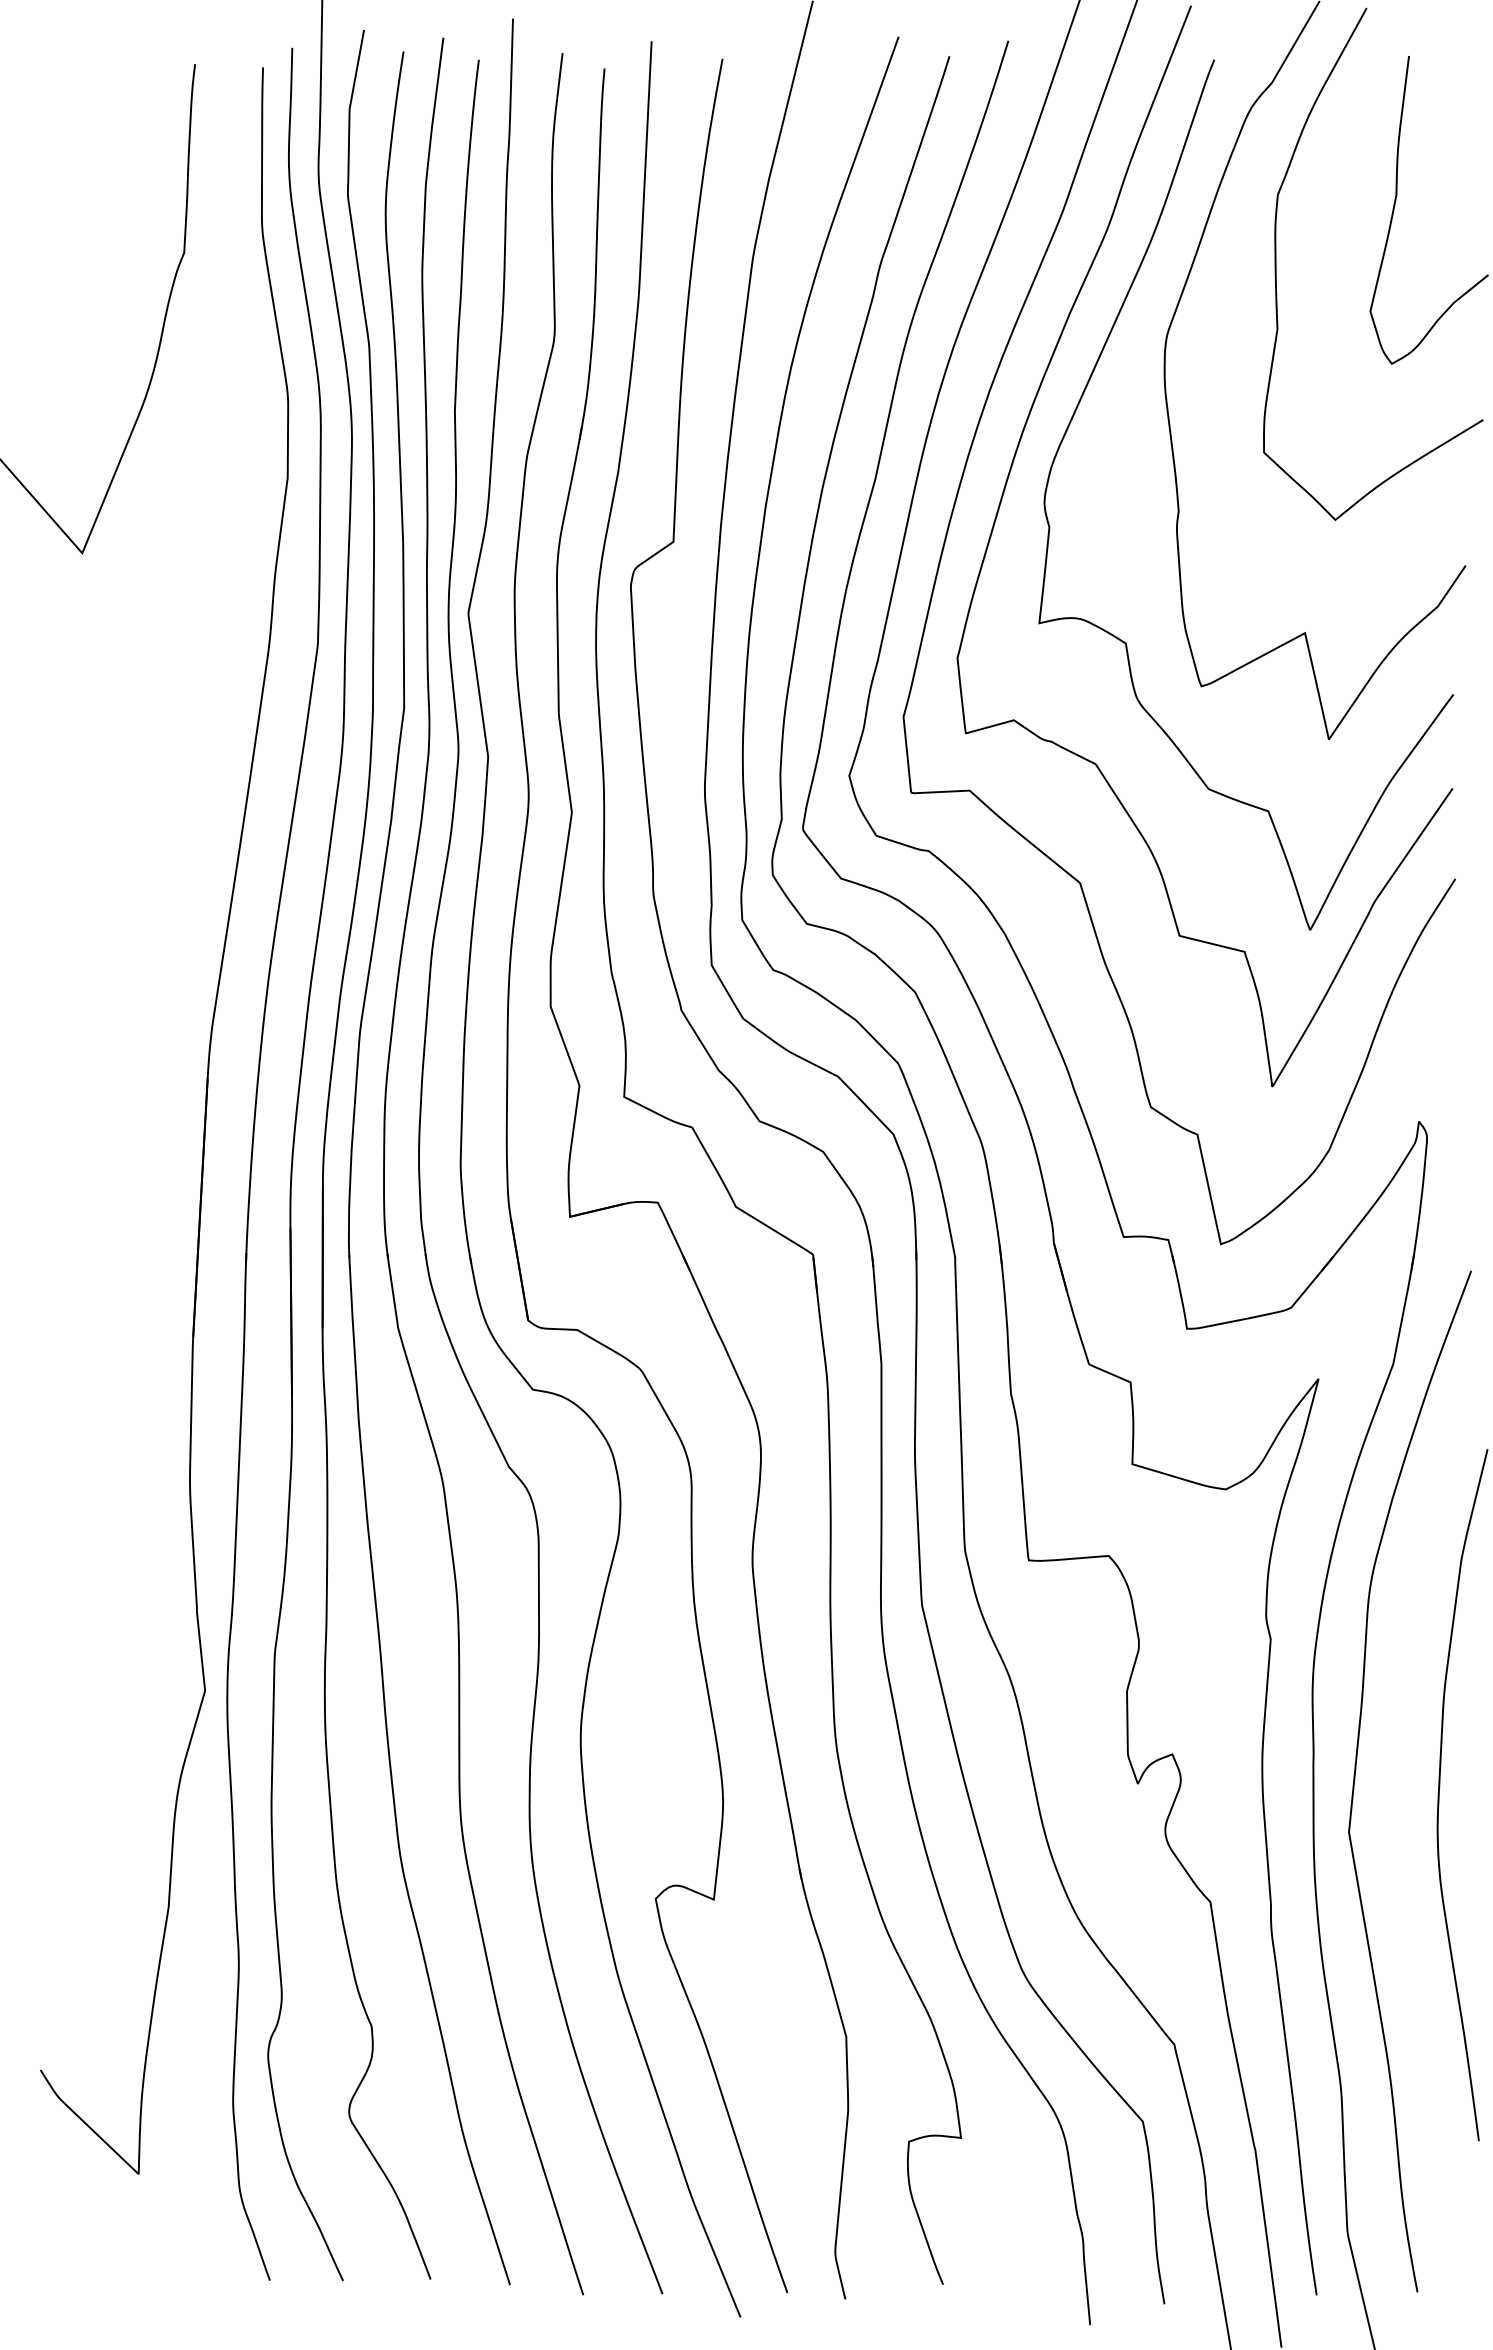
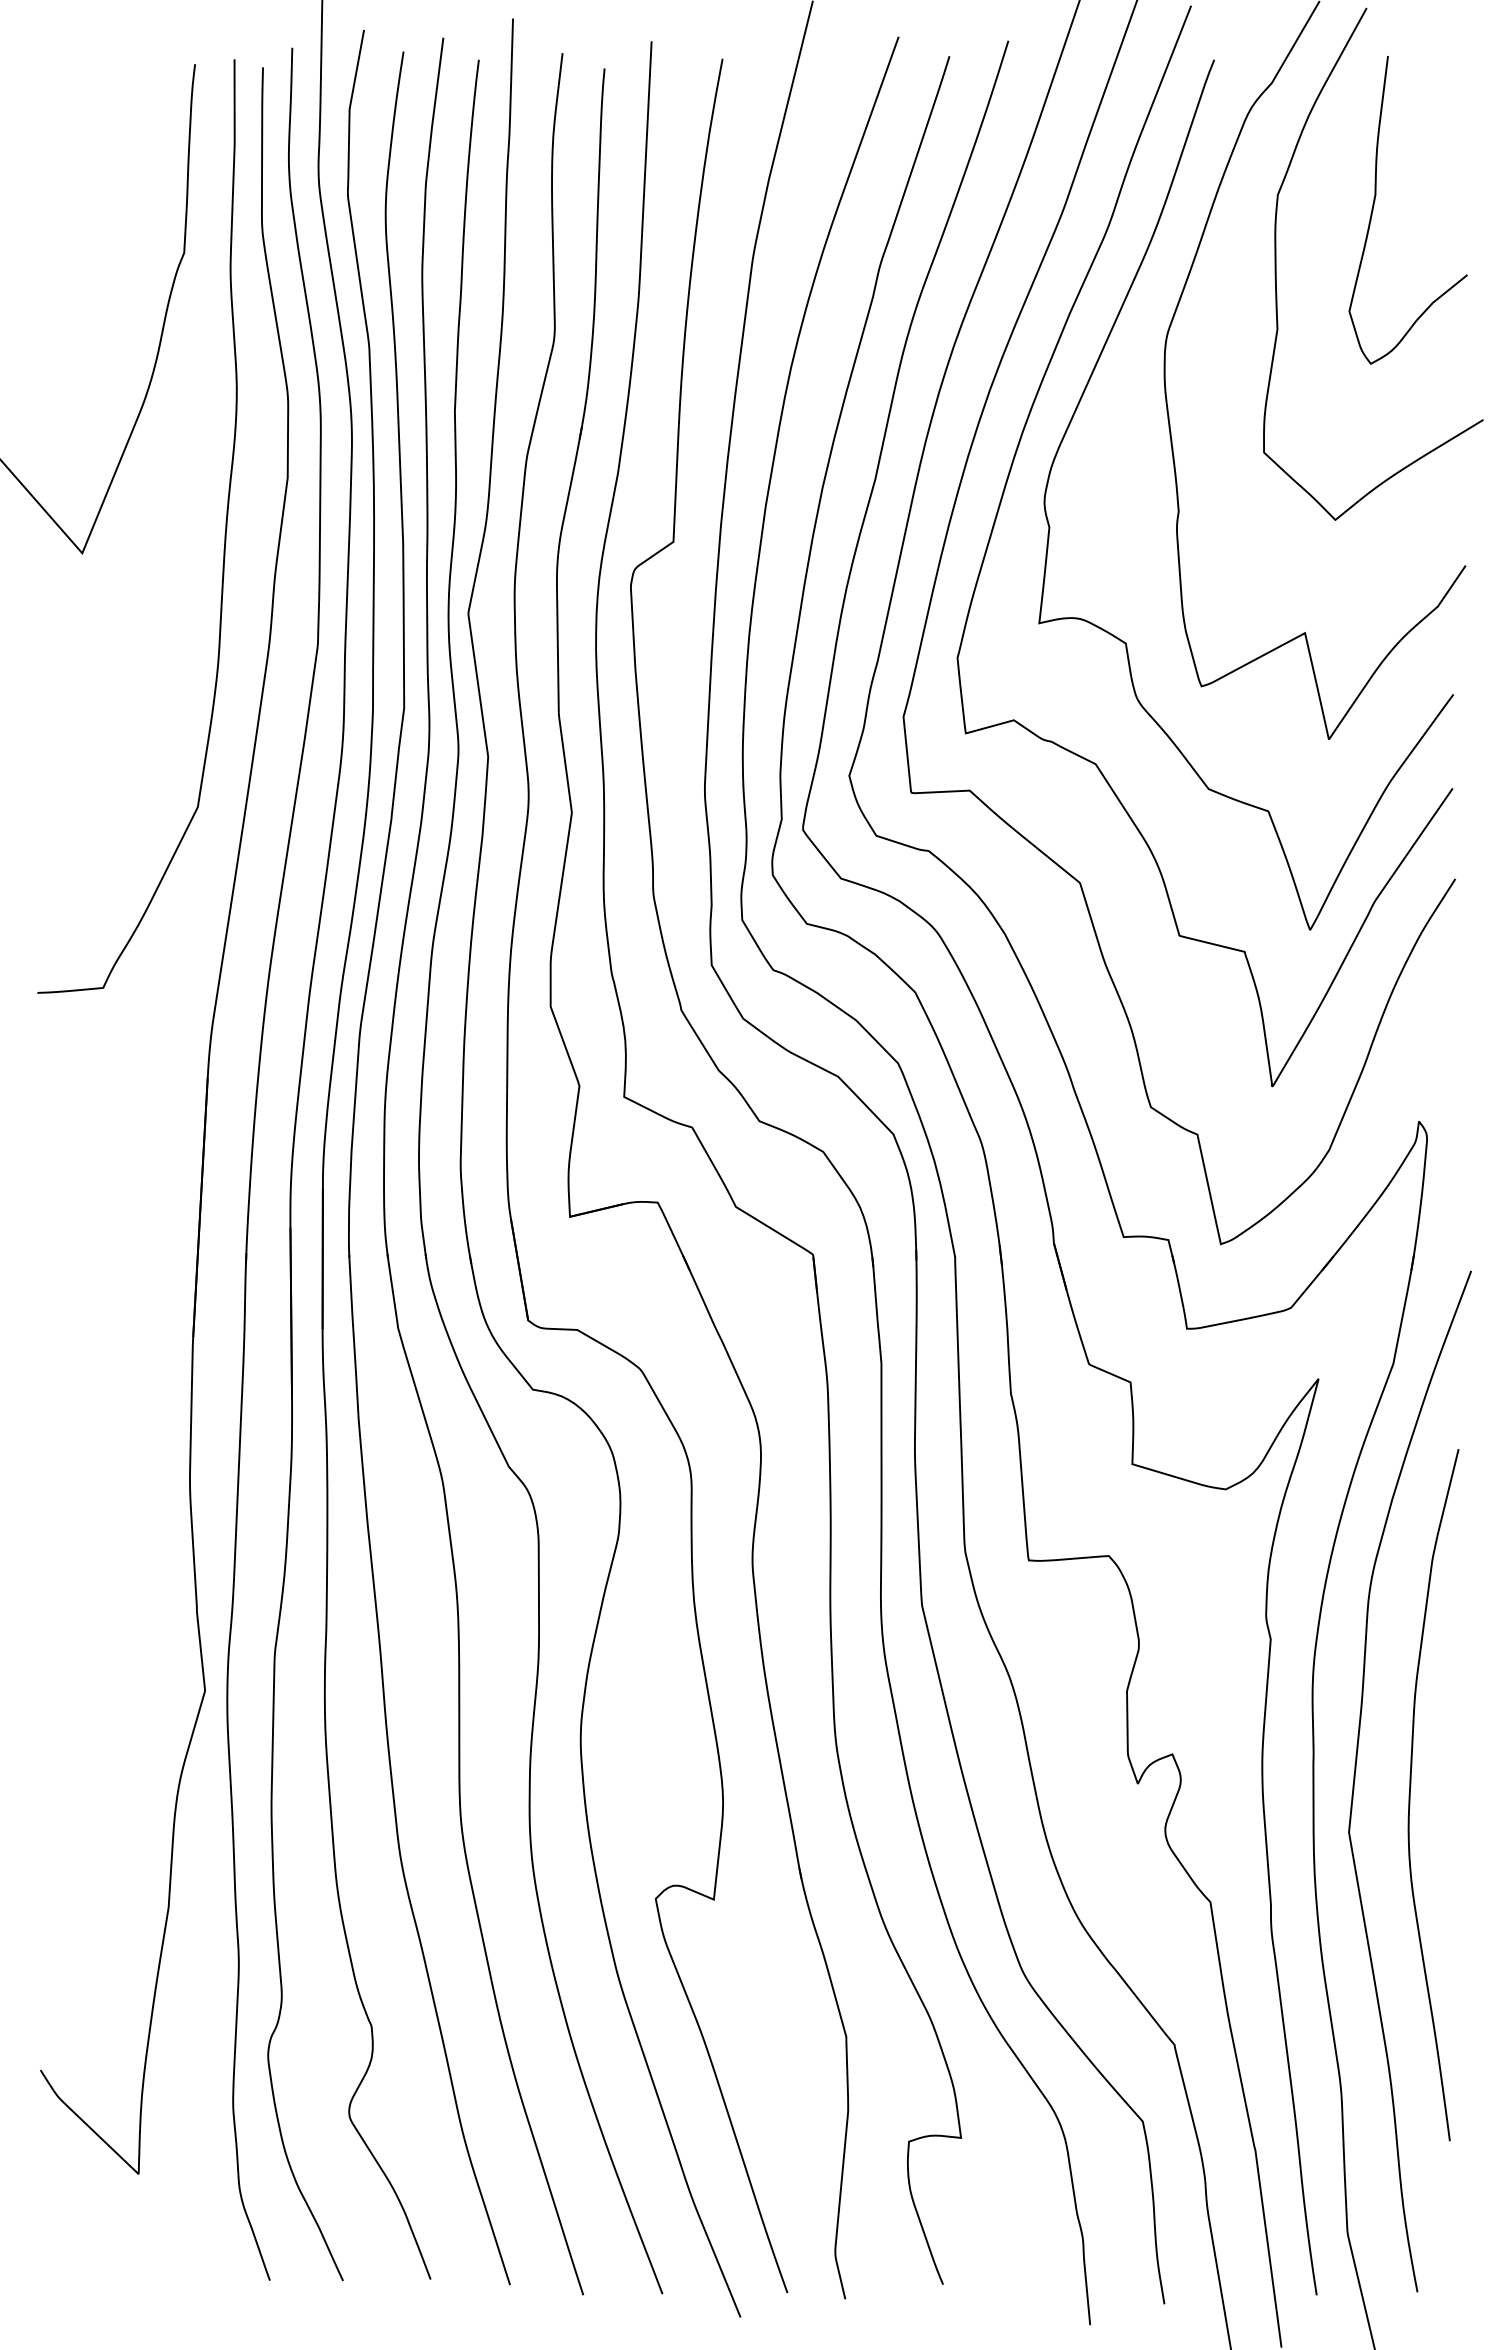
curve at (1396, 201) position: (1396, 201) -> (1375, 201)
curve at (224, 533): none -> present
curve at (1439, 1795) position: (1439, 1795) -> (1410, 1795)
